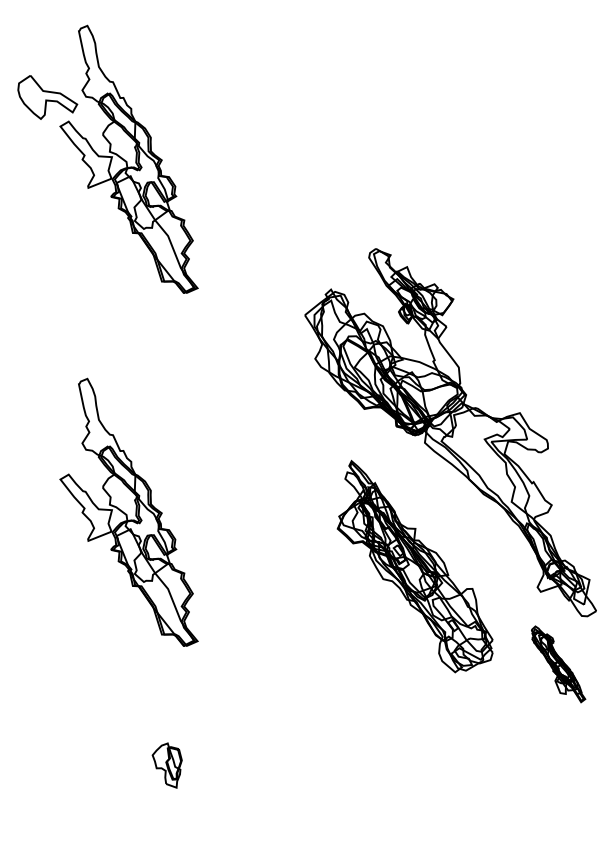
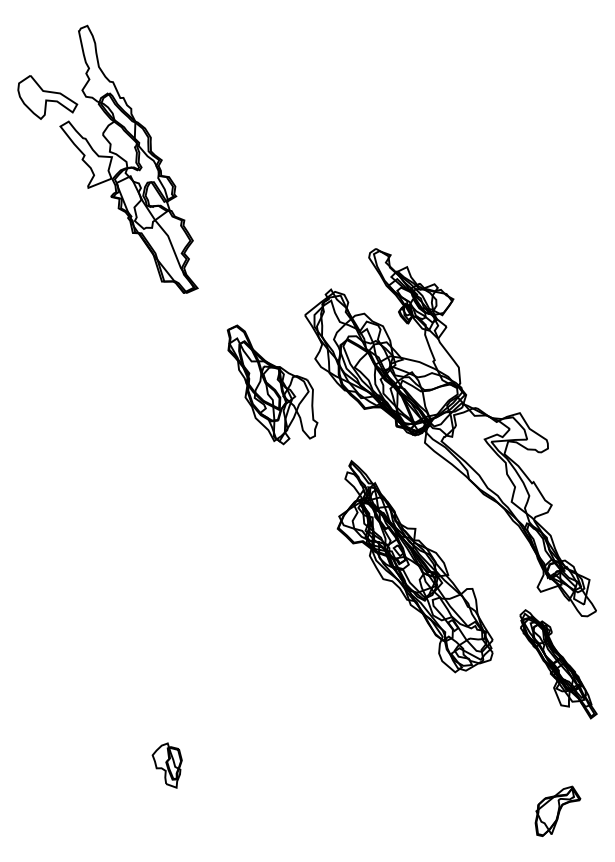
part at (272, 384): none -> present
part at (128, 511): present -> none
part at (558, 664) size: 56x79 px -> 79x111 px
part at (557, 810): none -> present
